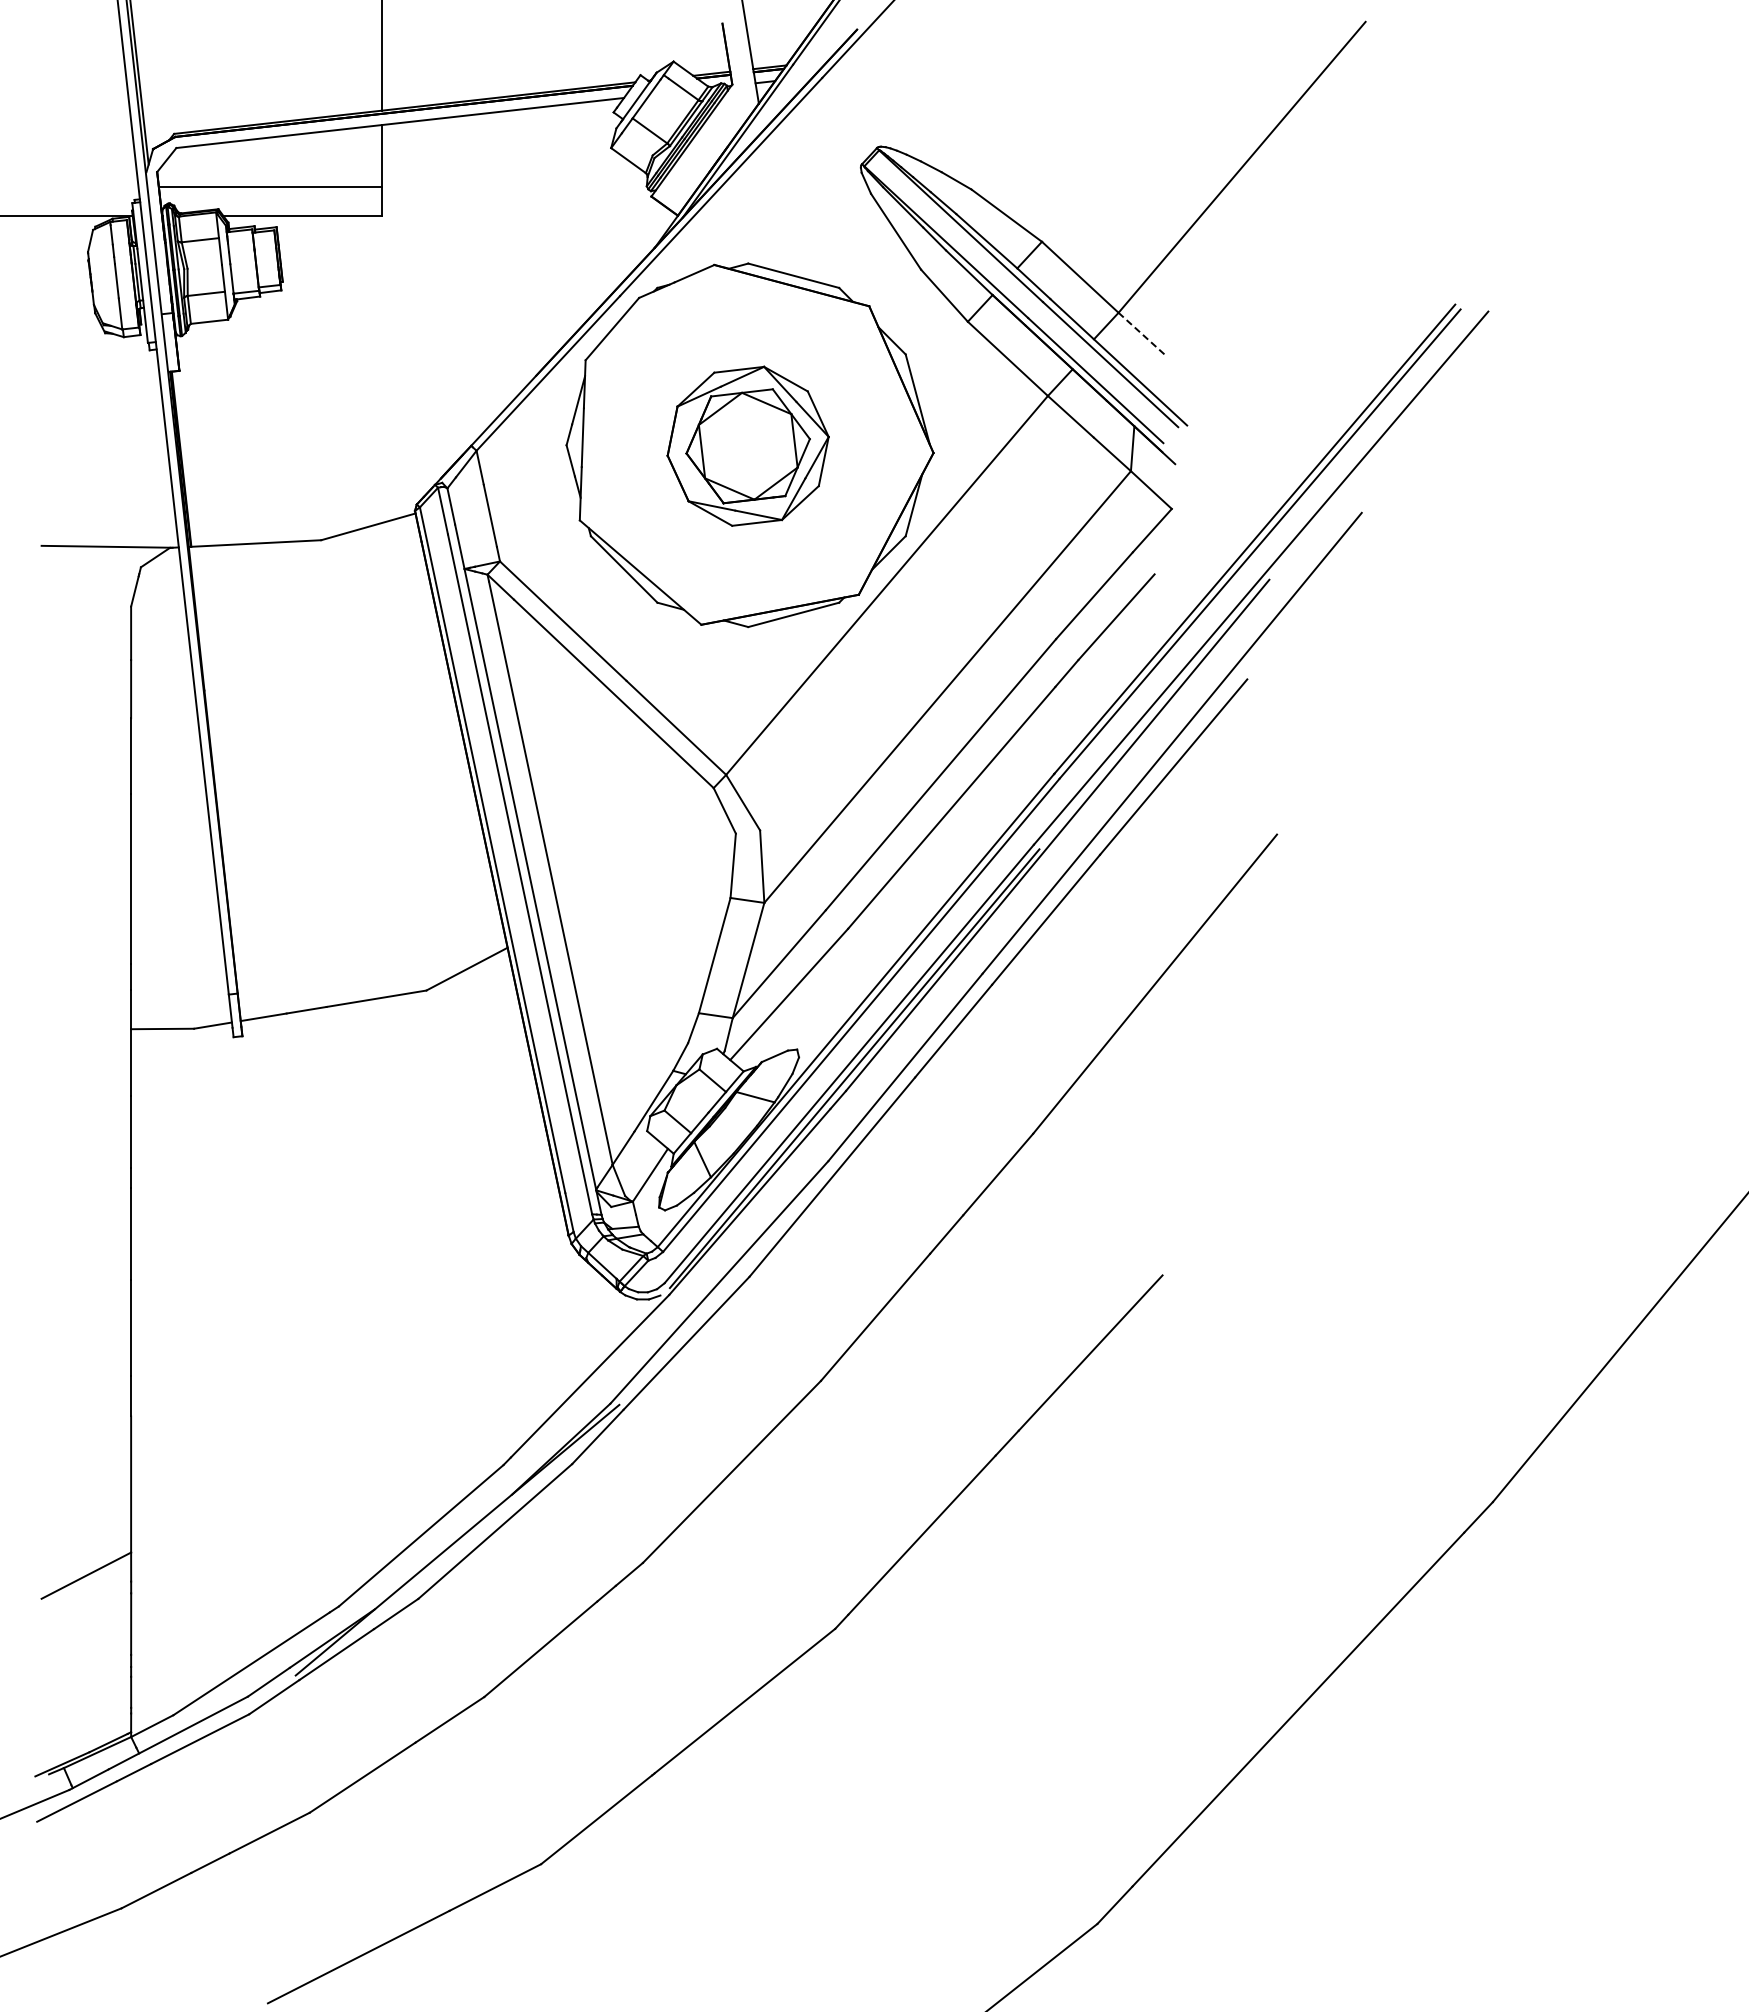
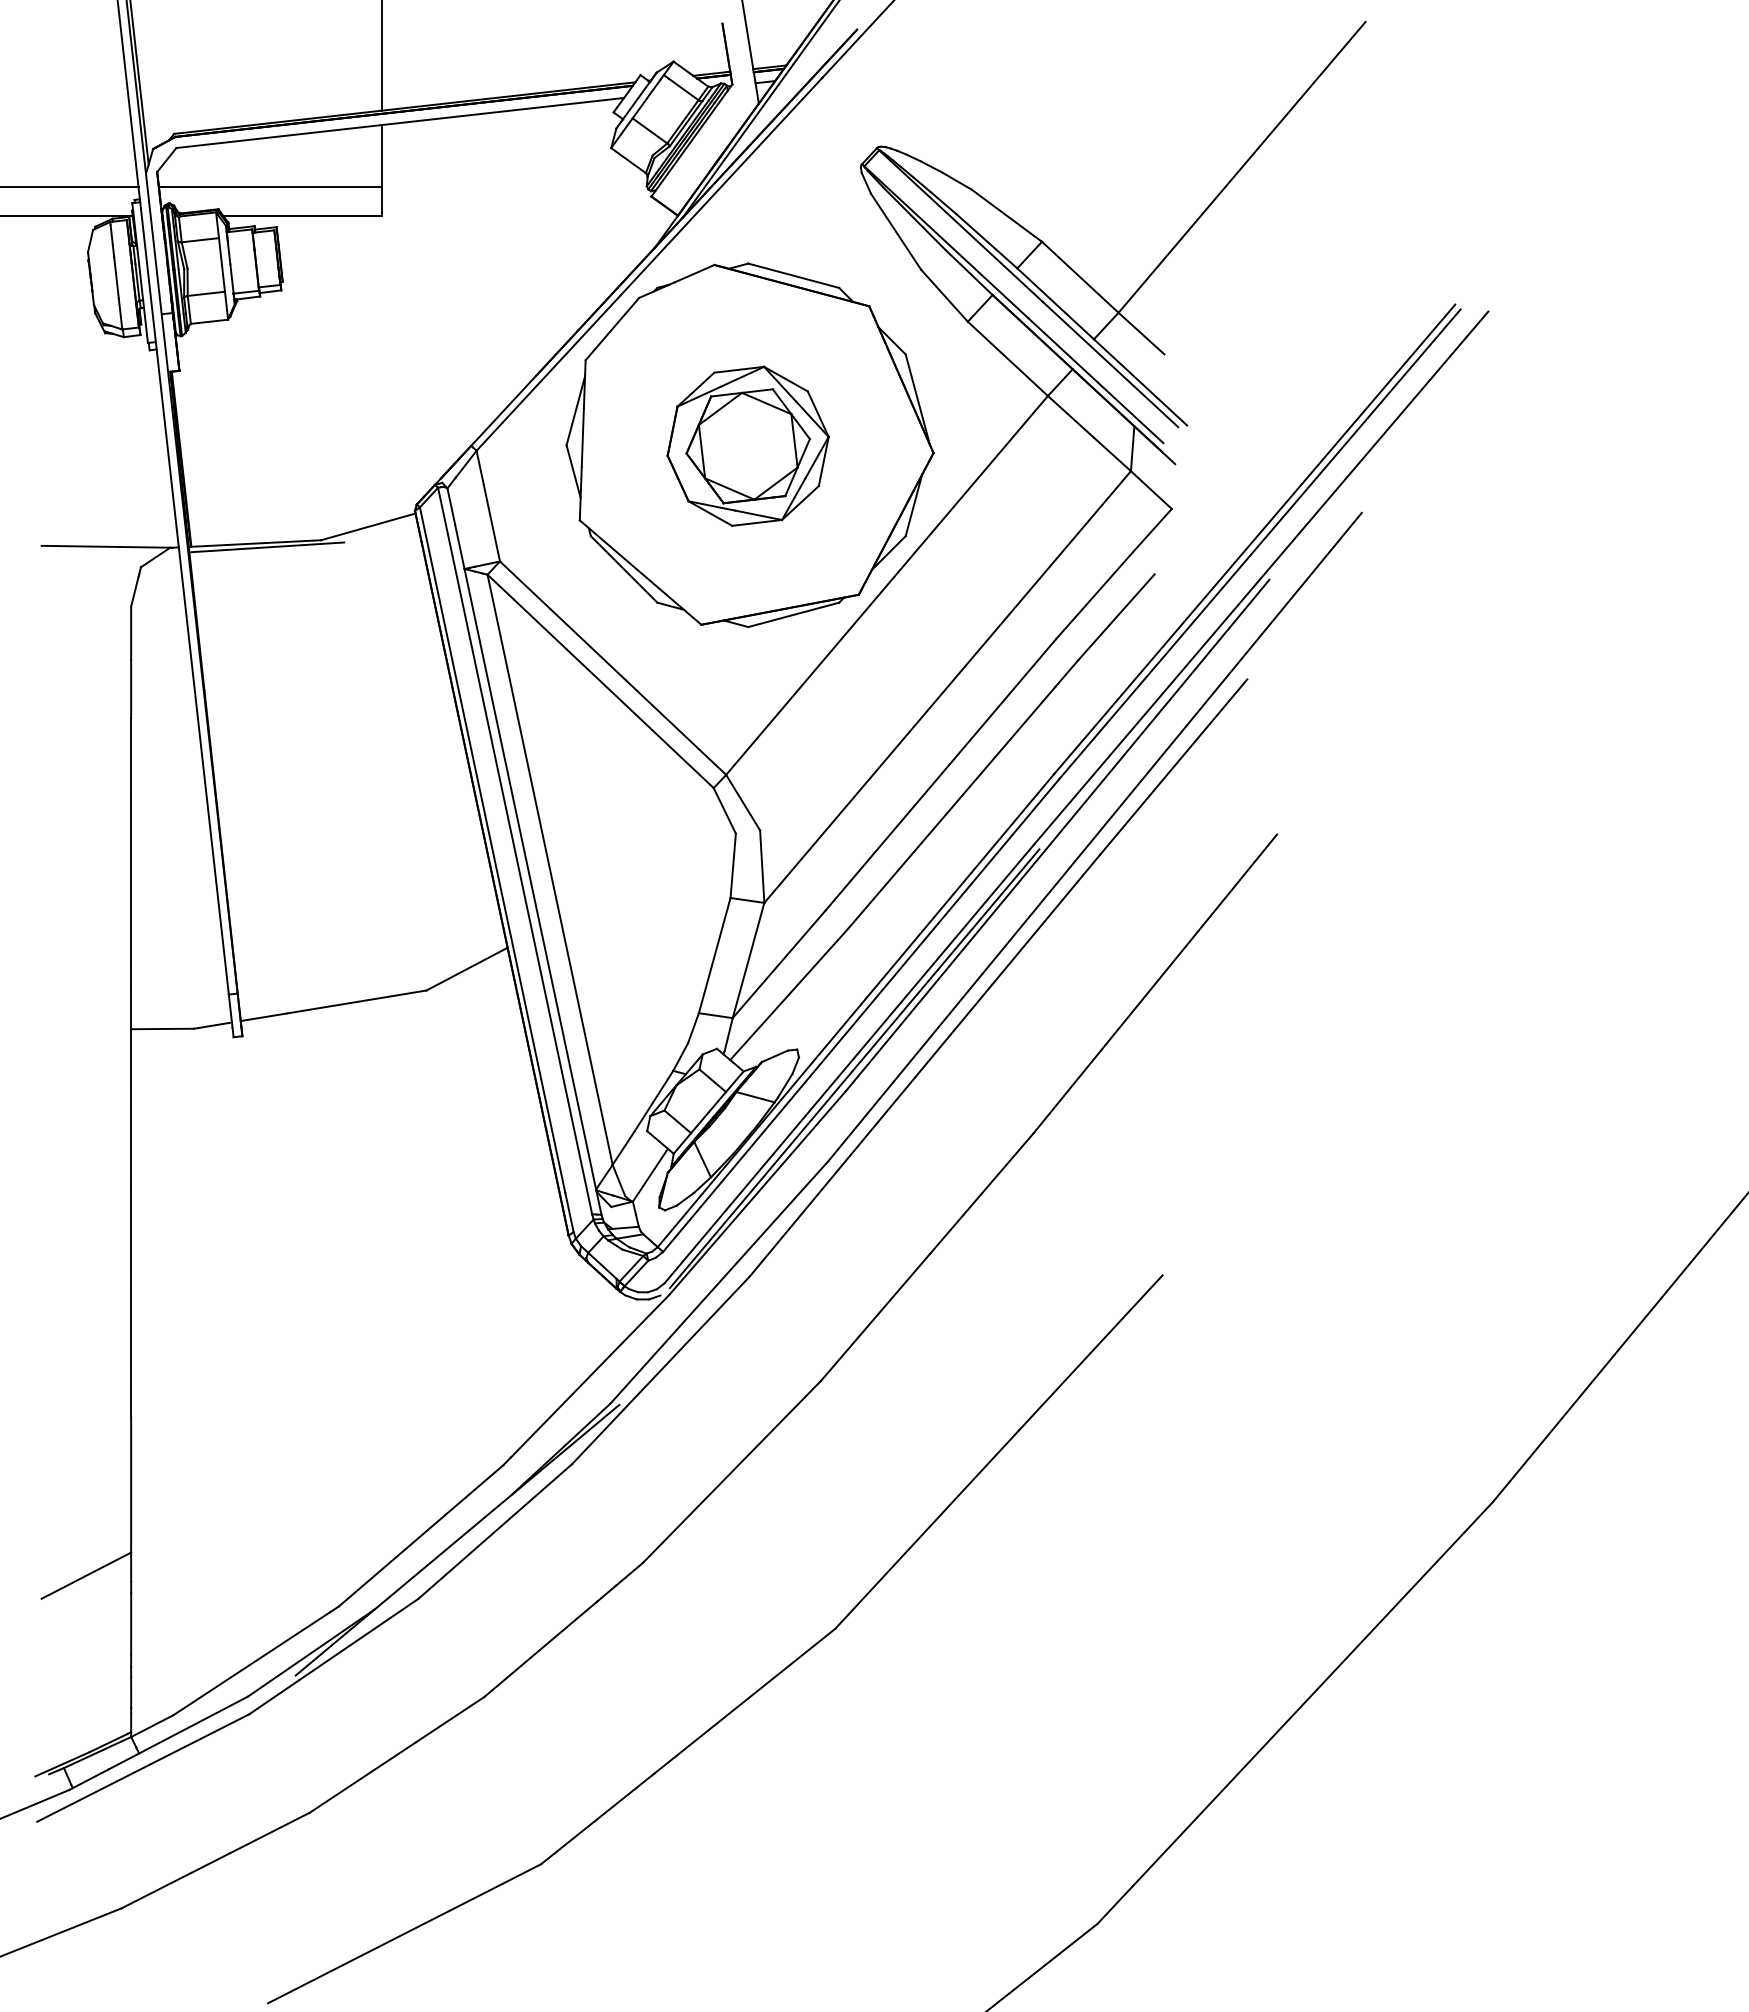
line at (70, 187): none -> present
line at (1141, 333): dashed -> solid
line at (267, 547): none -> present
